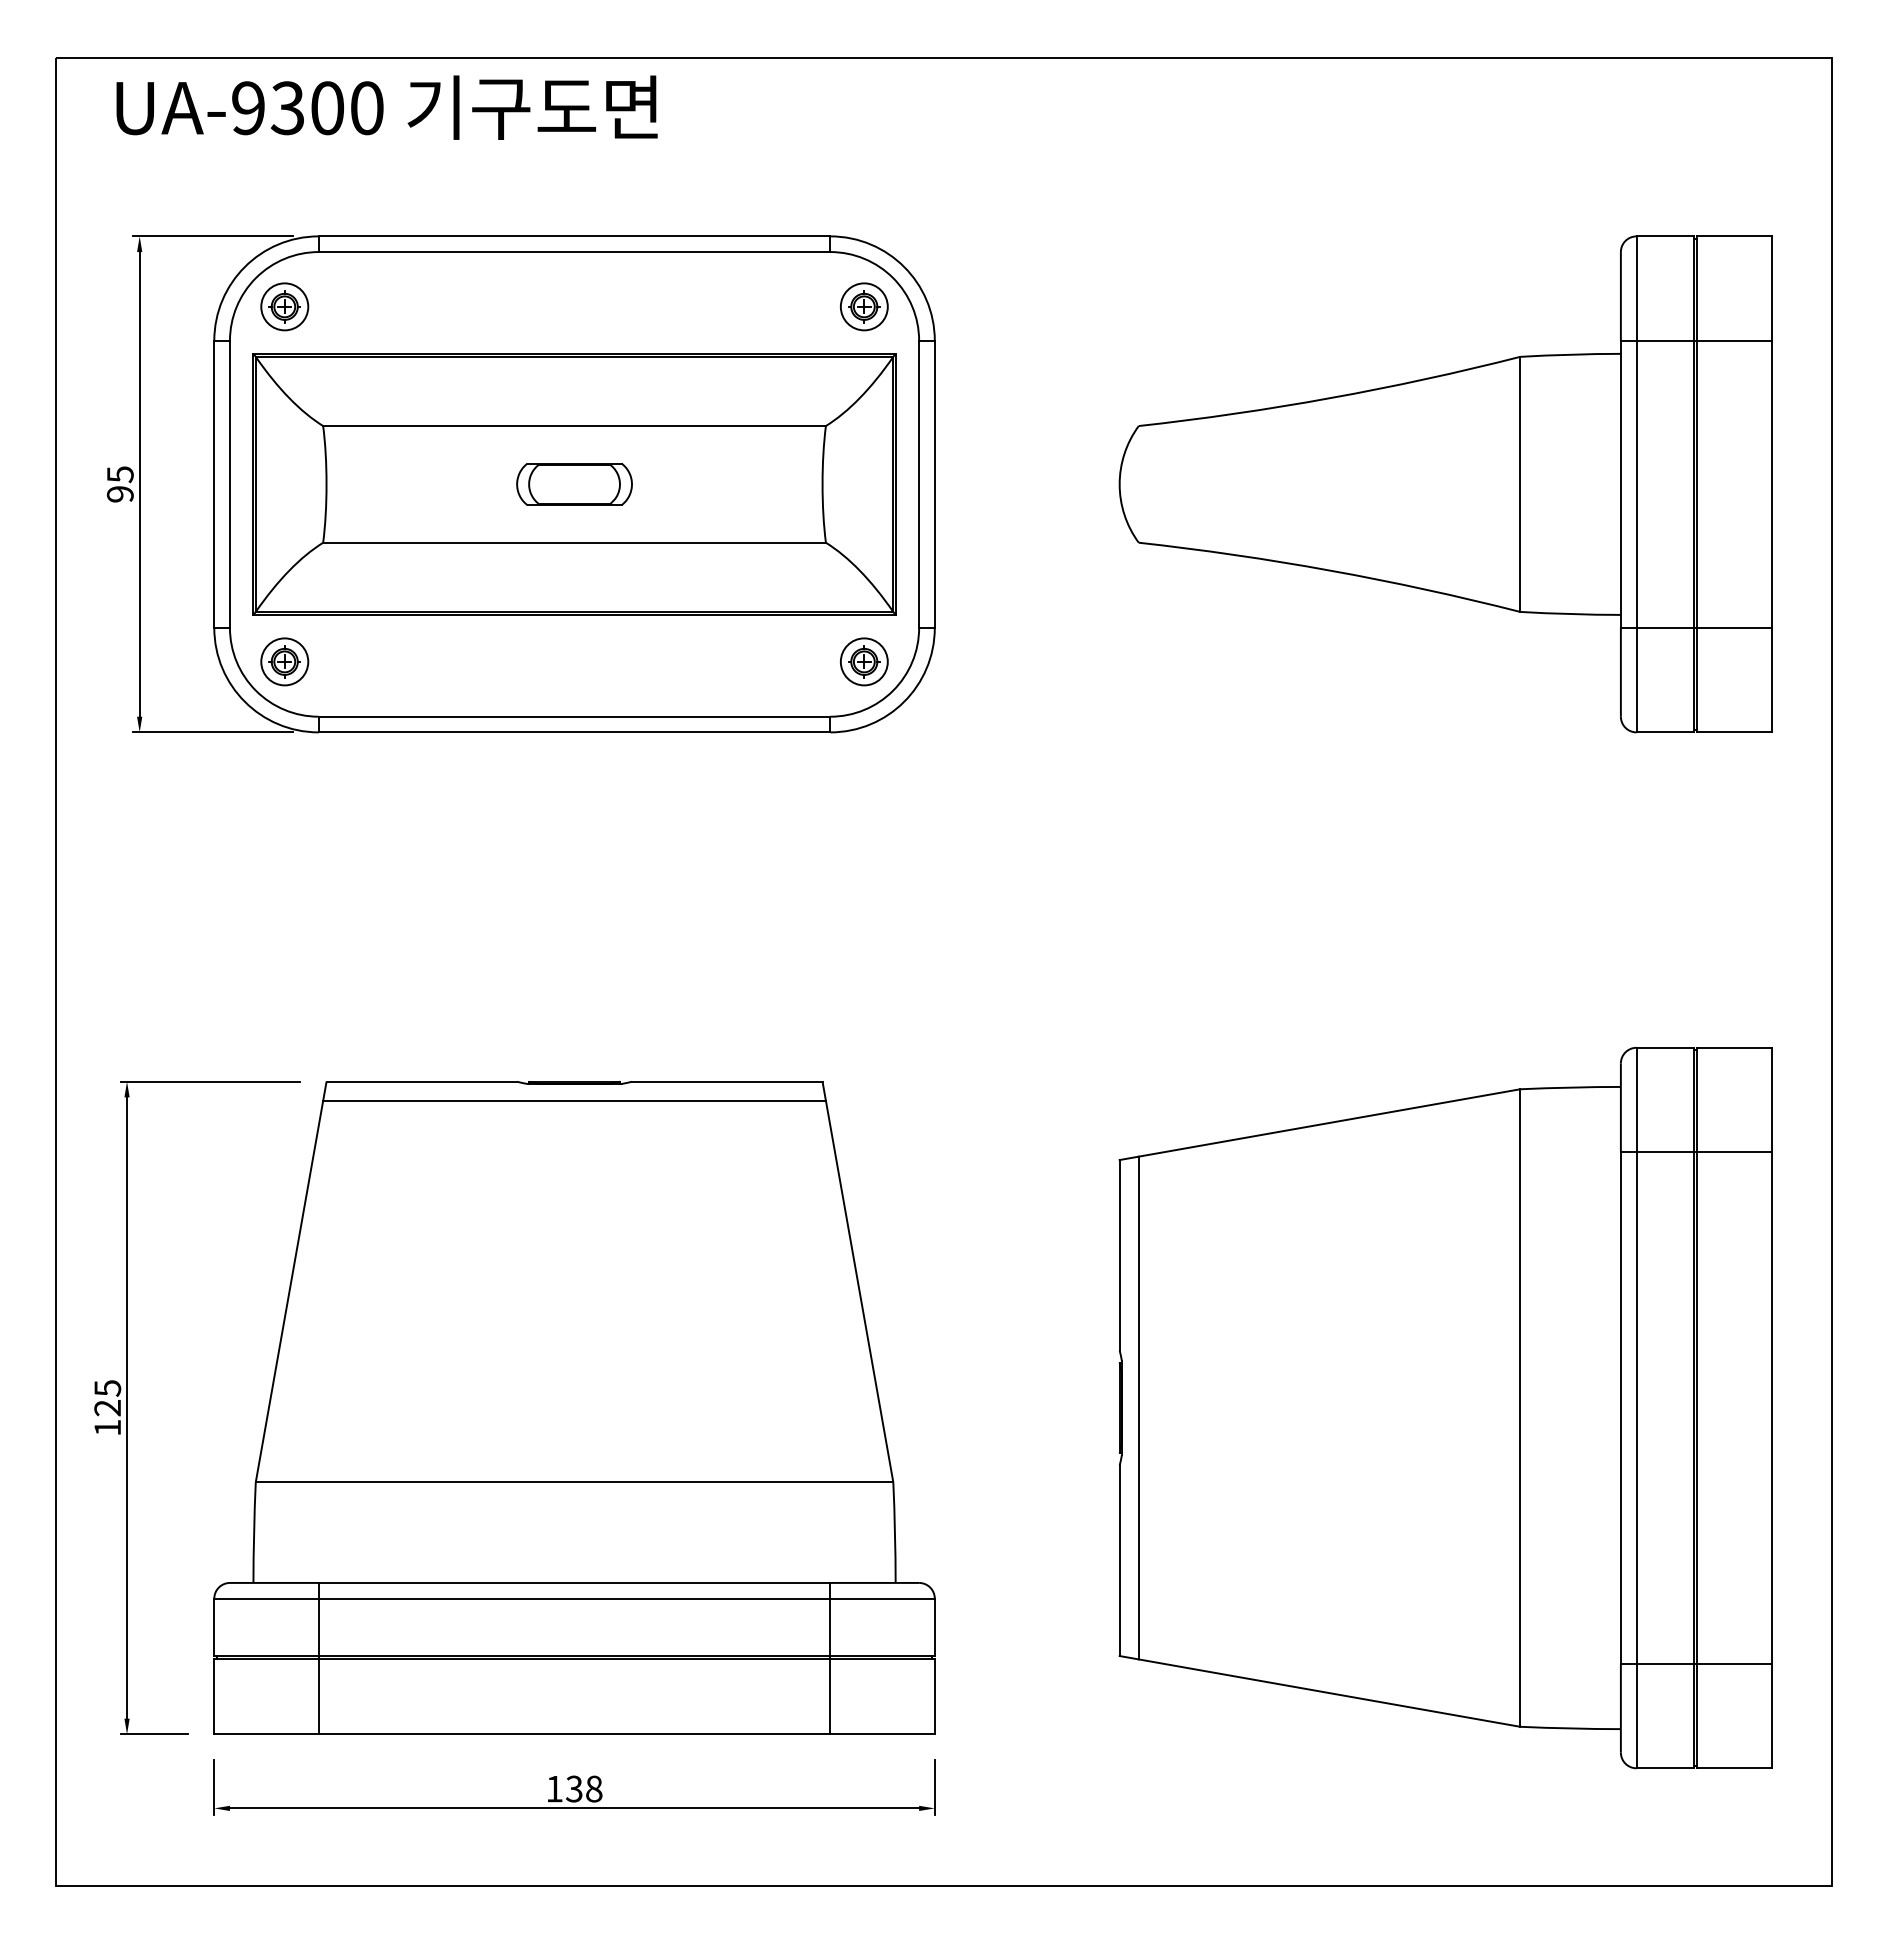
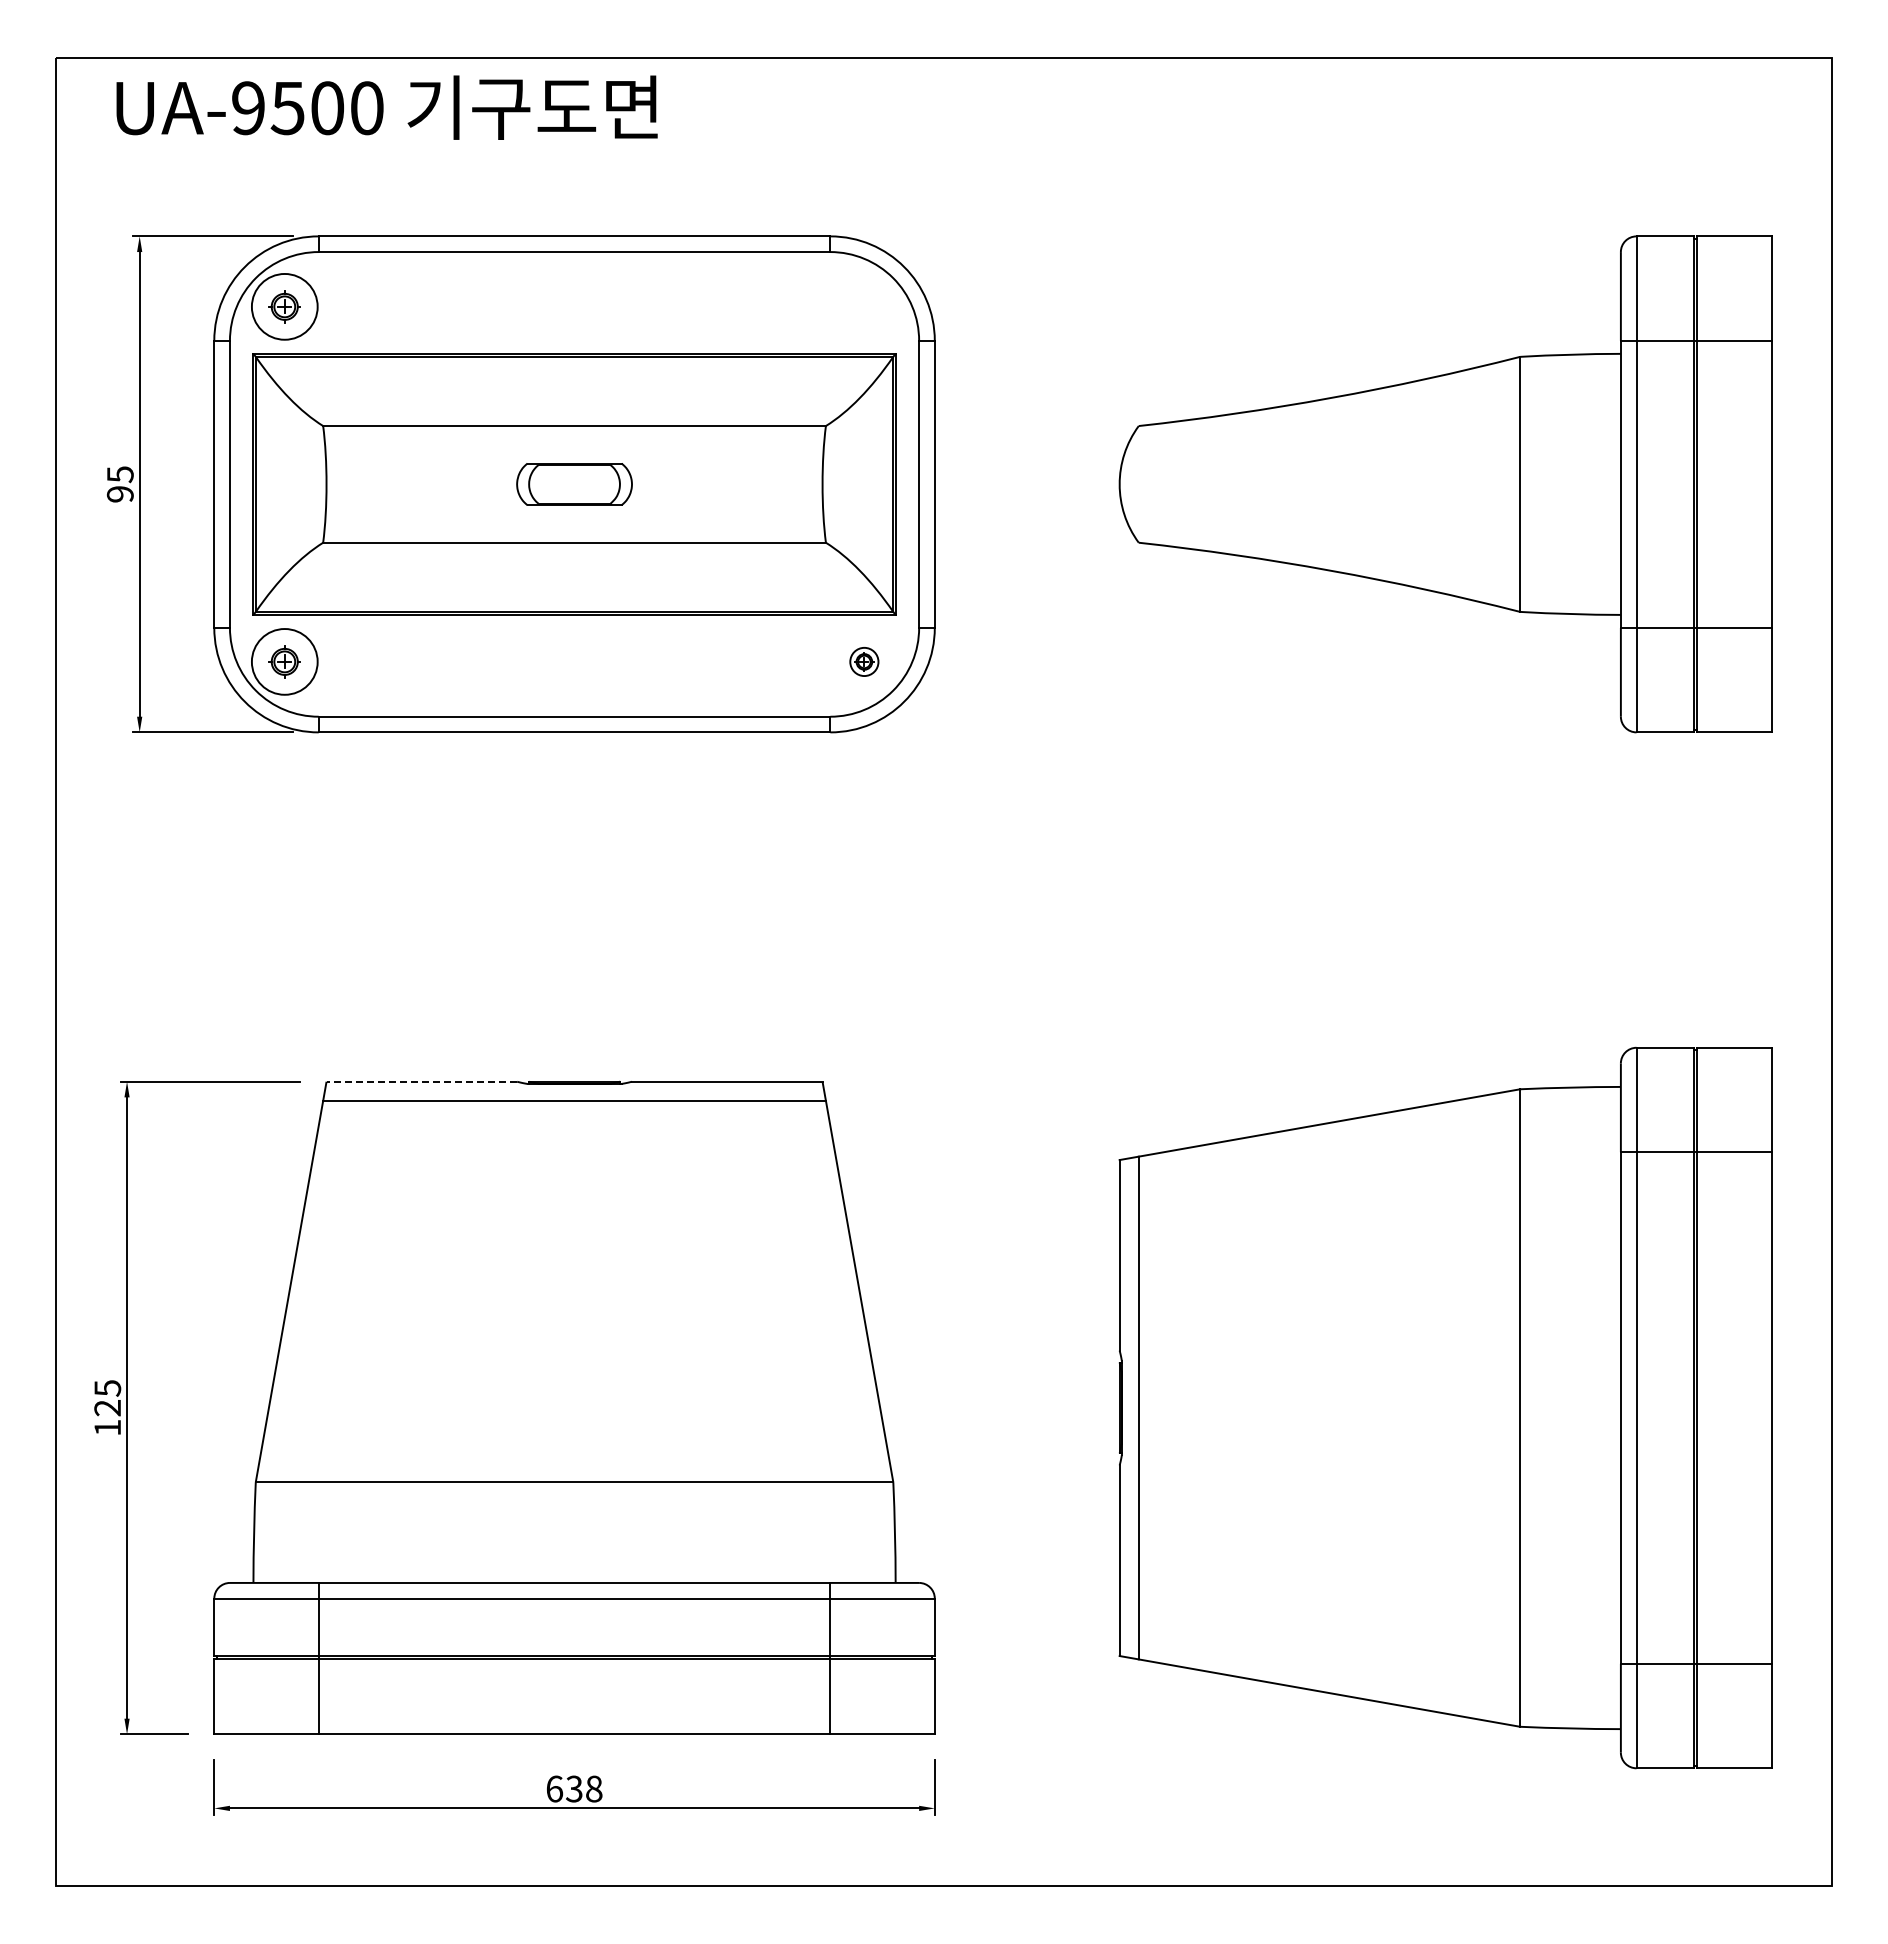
text at (287, 107): UA-9300 -> UA-9500
circle at (284, 306) diameter: 47 px -> 66 px
part at (864, 306): present -> none
circle at (284, 661) diameter: 47 px -> 66 px
part at (864, 661) size: 49x50 px -> 31x30 px
line at (421, 1081): solid -> dashed
text at (555, 1788): 138 -> 638
